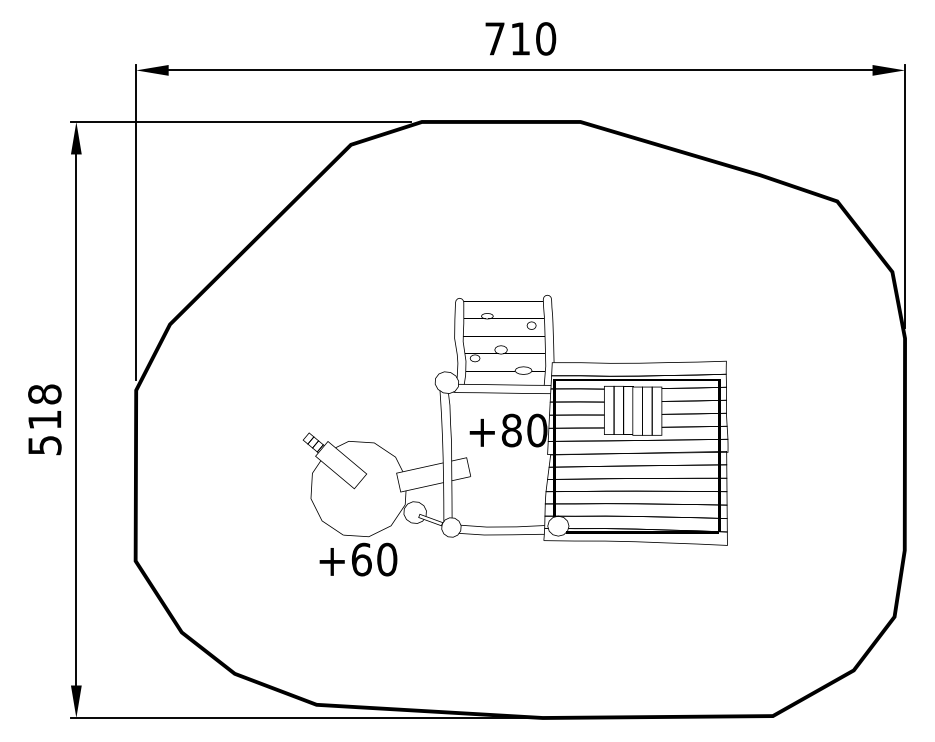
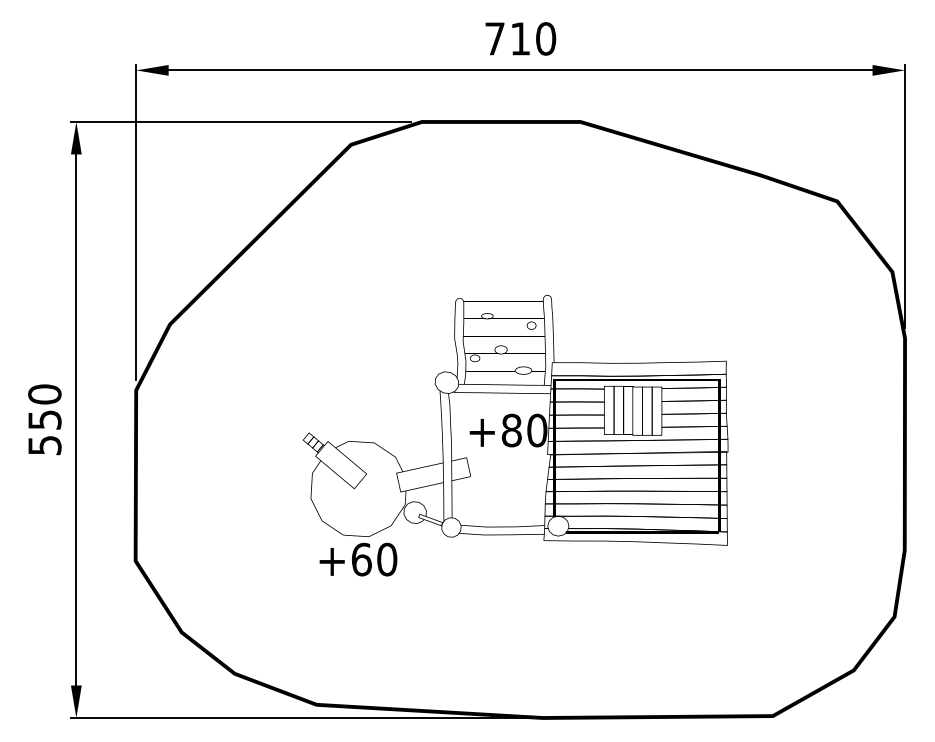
text at (44, 406): 518 -> 550
